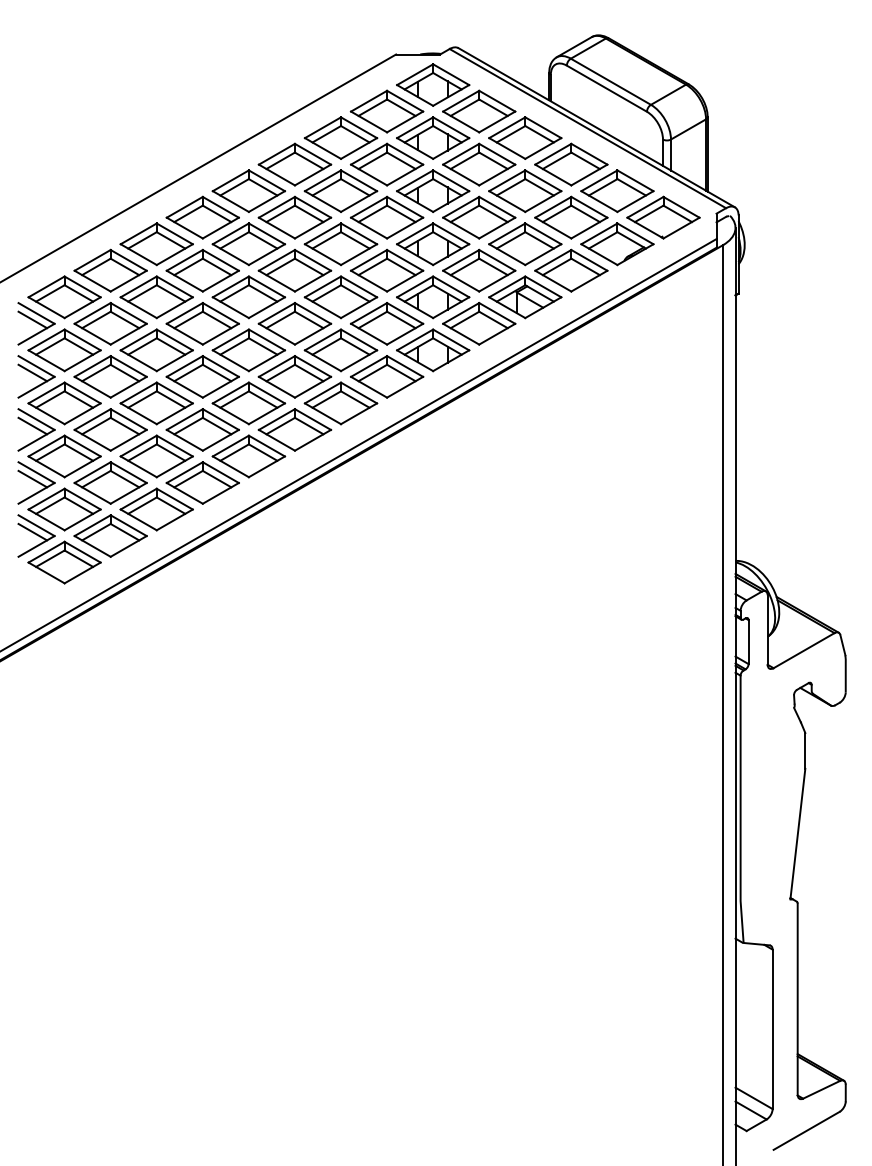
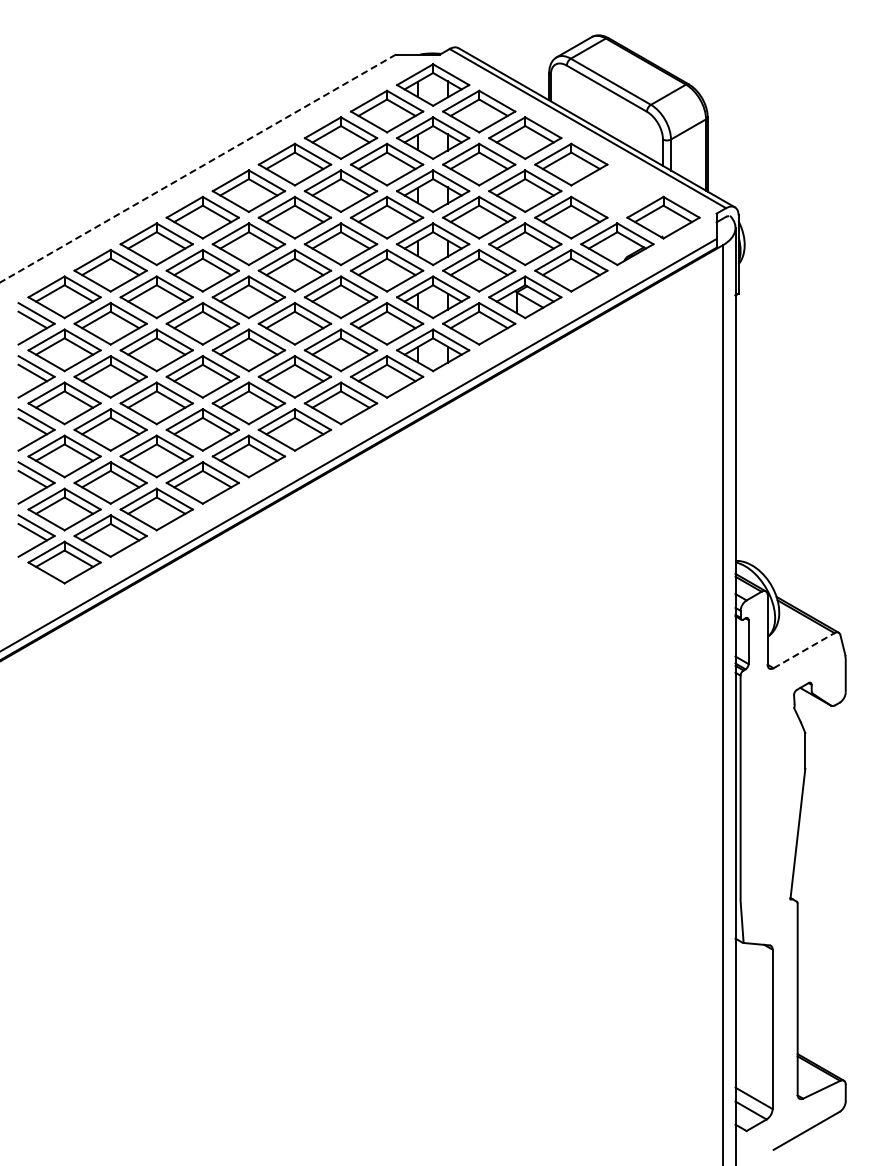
line at (197, 168): solid -> dashed
part at (617, 191): present -> none
line at (804, 650): solid -> dashed
